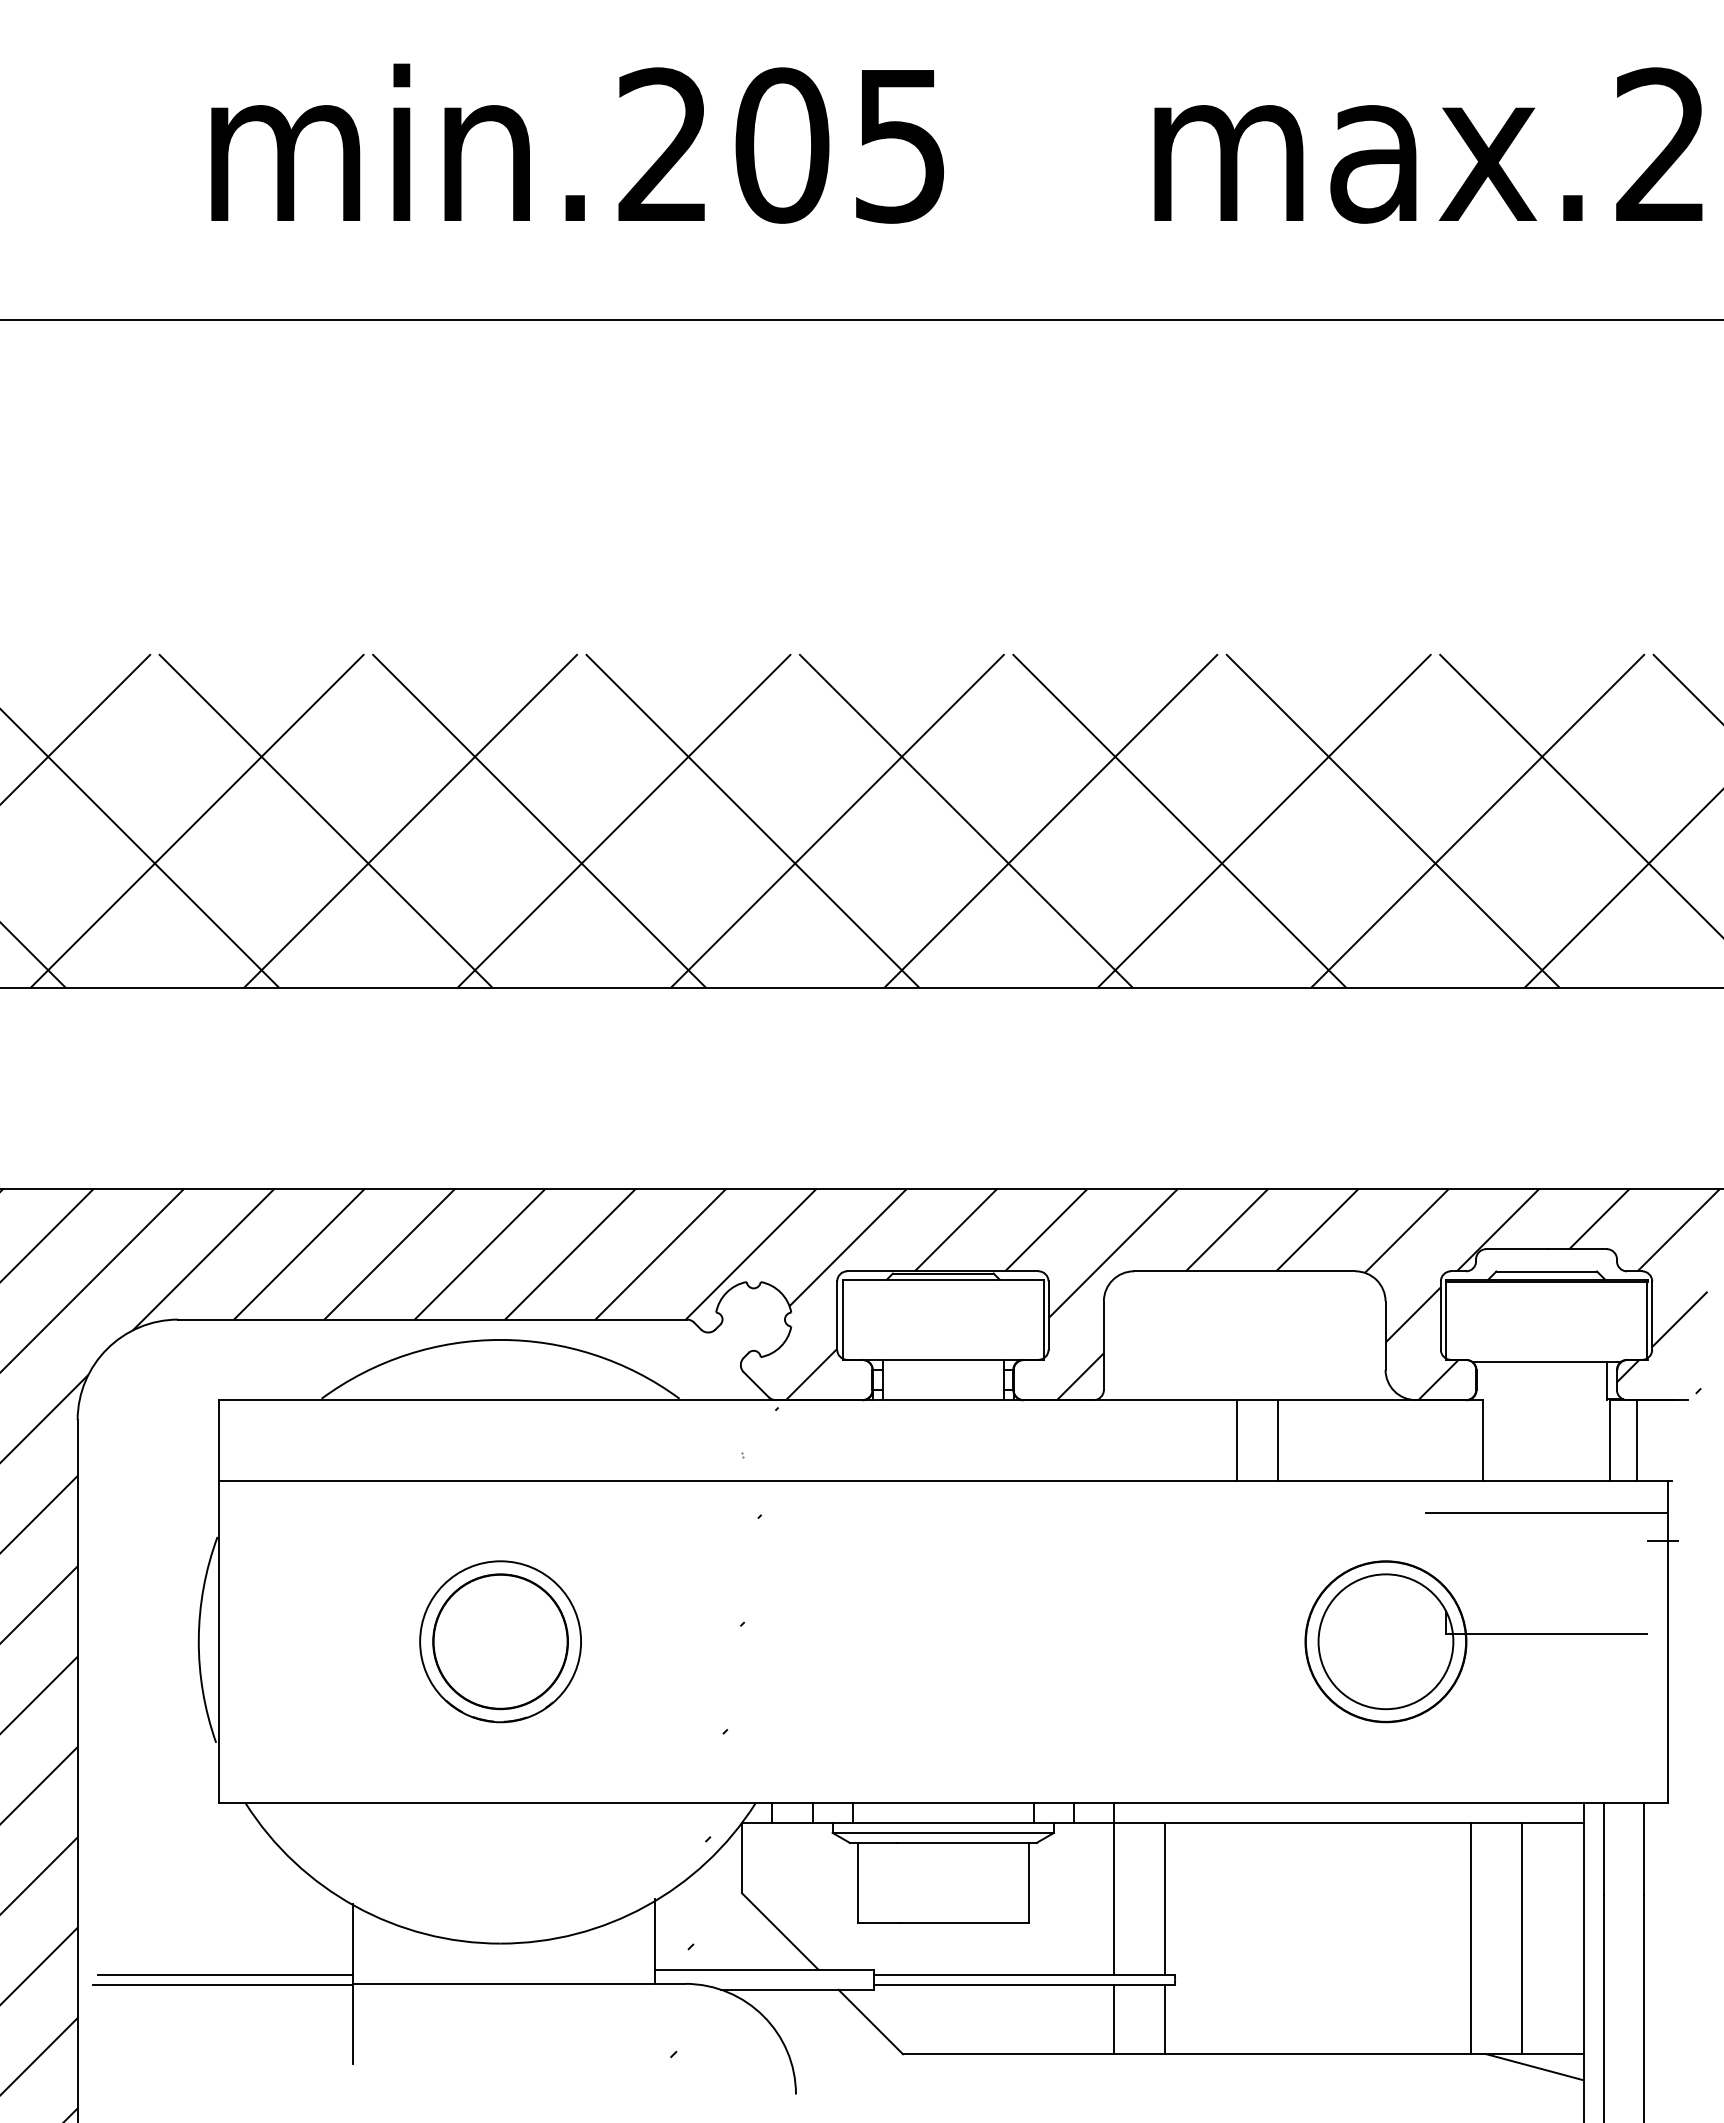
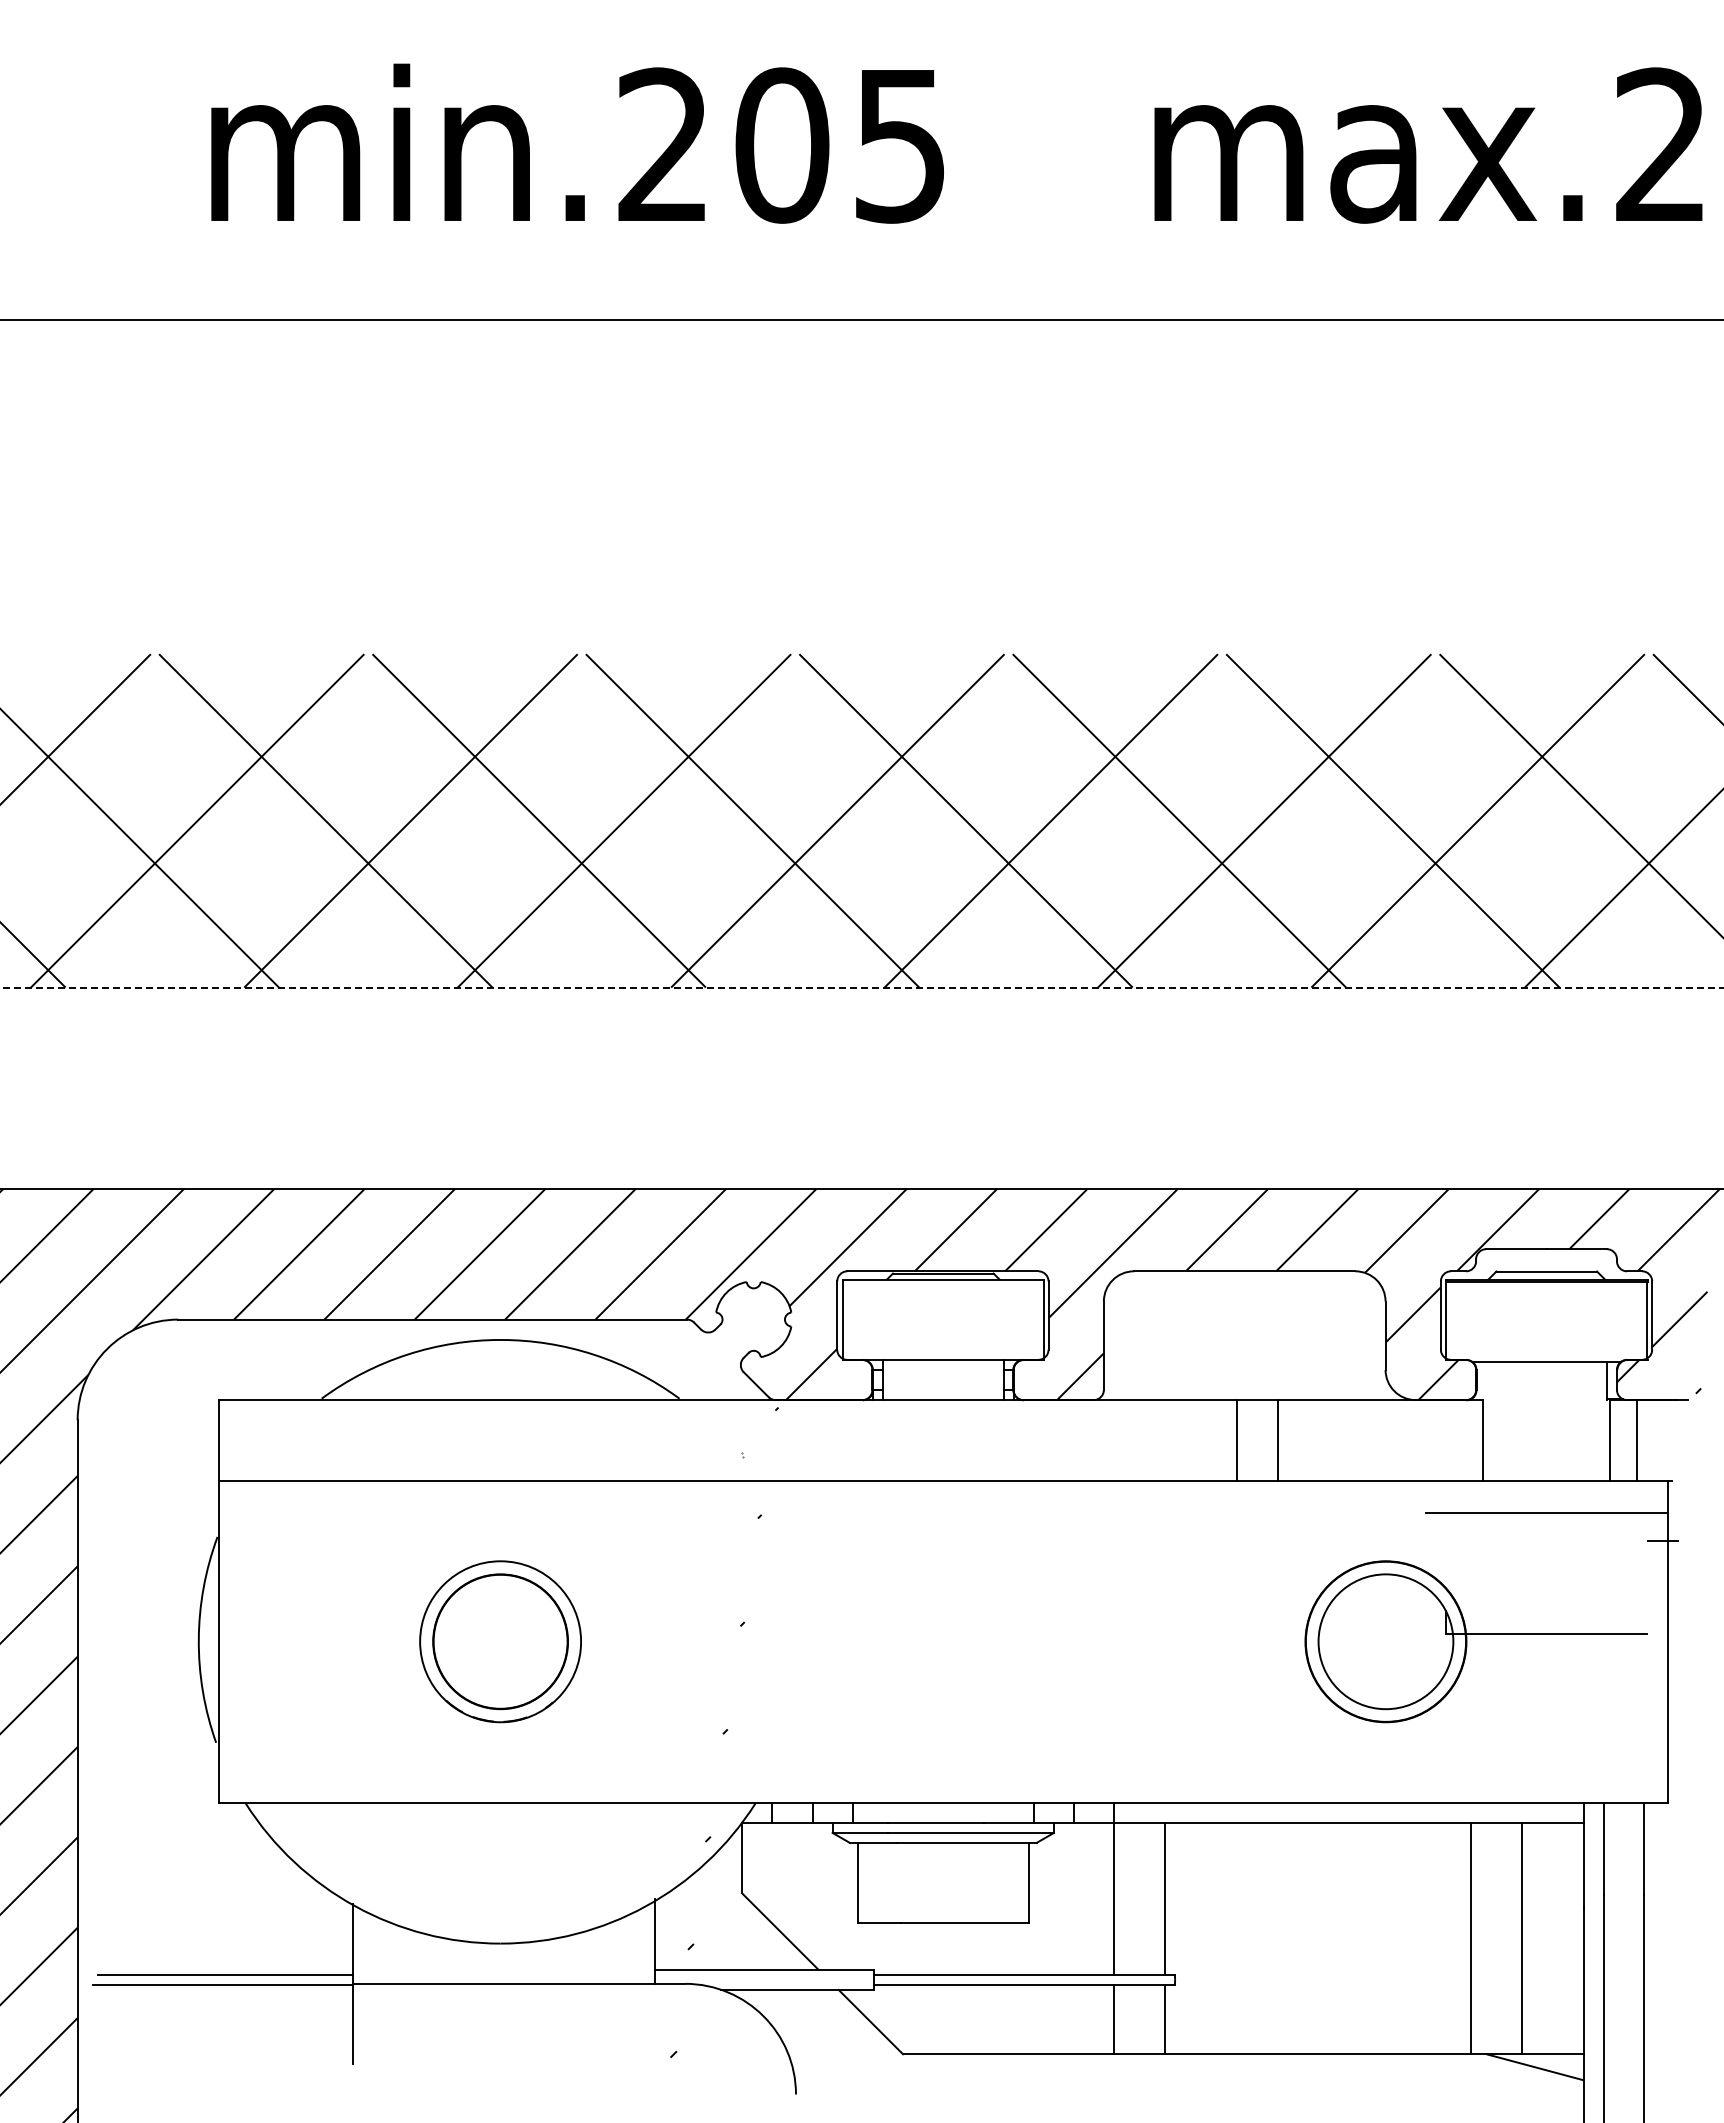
line at (862, 987): solid -> dashed
